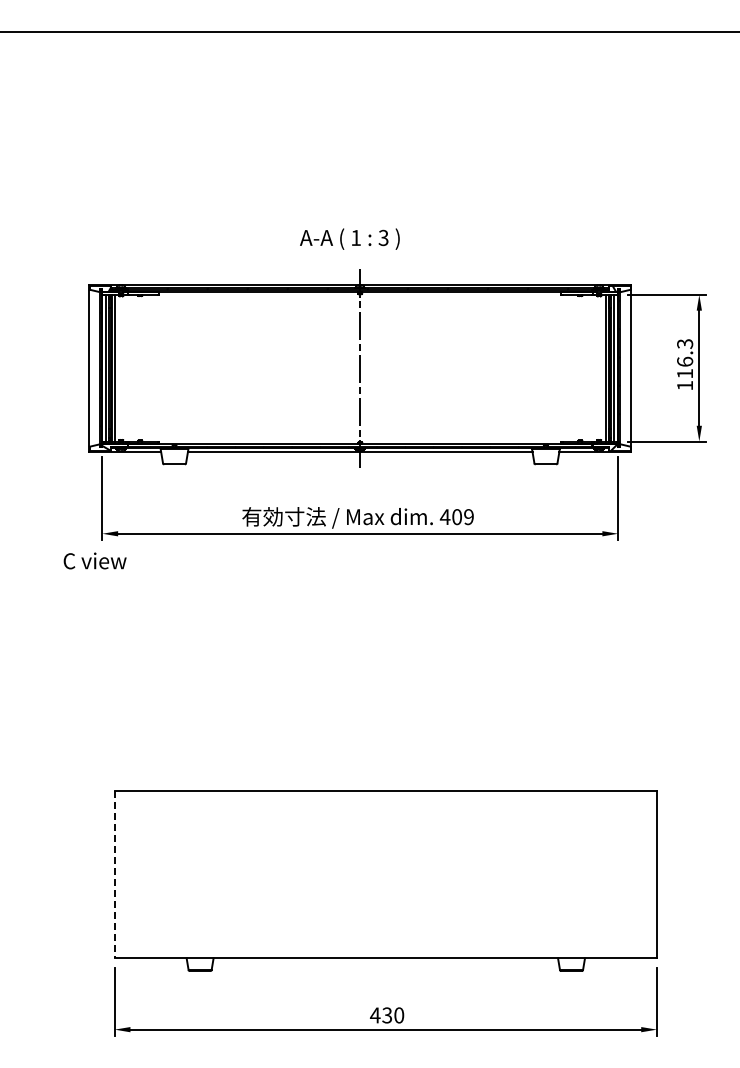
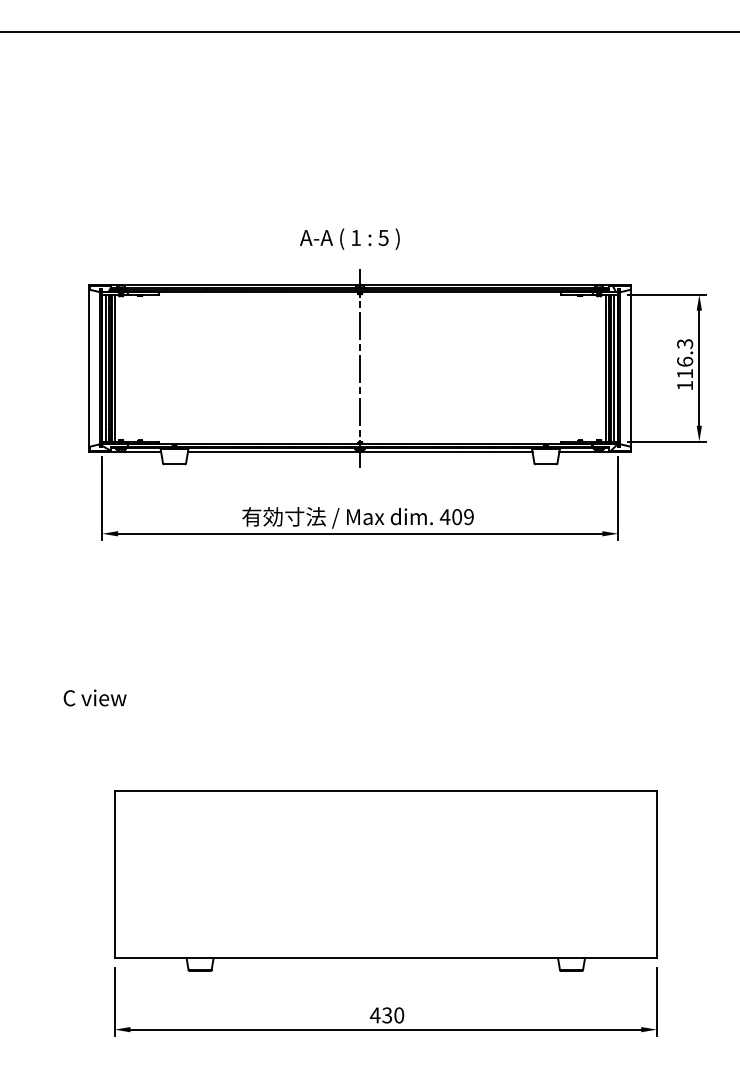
text at (383, 237): 3 -> 5
text at (94, 560) position: (94, 560) -> (94, 697)
line at (114, 874): dashed -> solid
